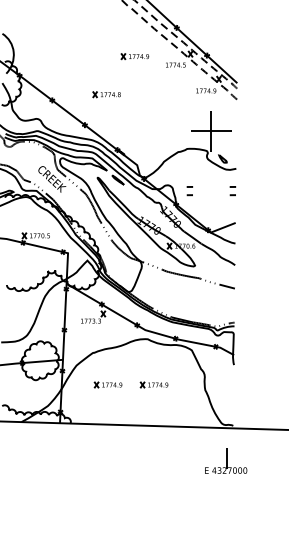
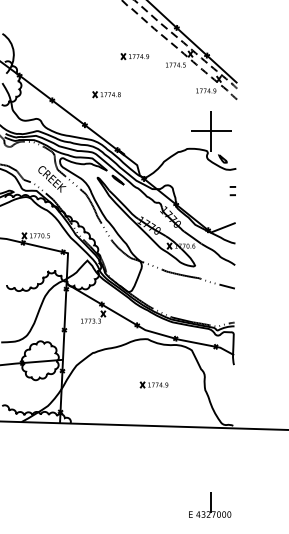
part at (189, 191): present -> none
part at (107, 384): present -> none
part at (226, 460) position: (226, 460) -> (210, 504)
